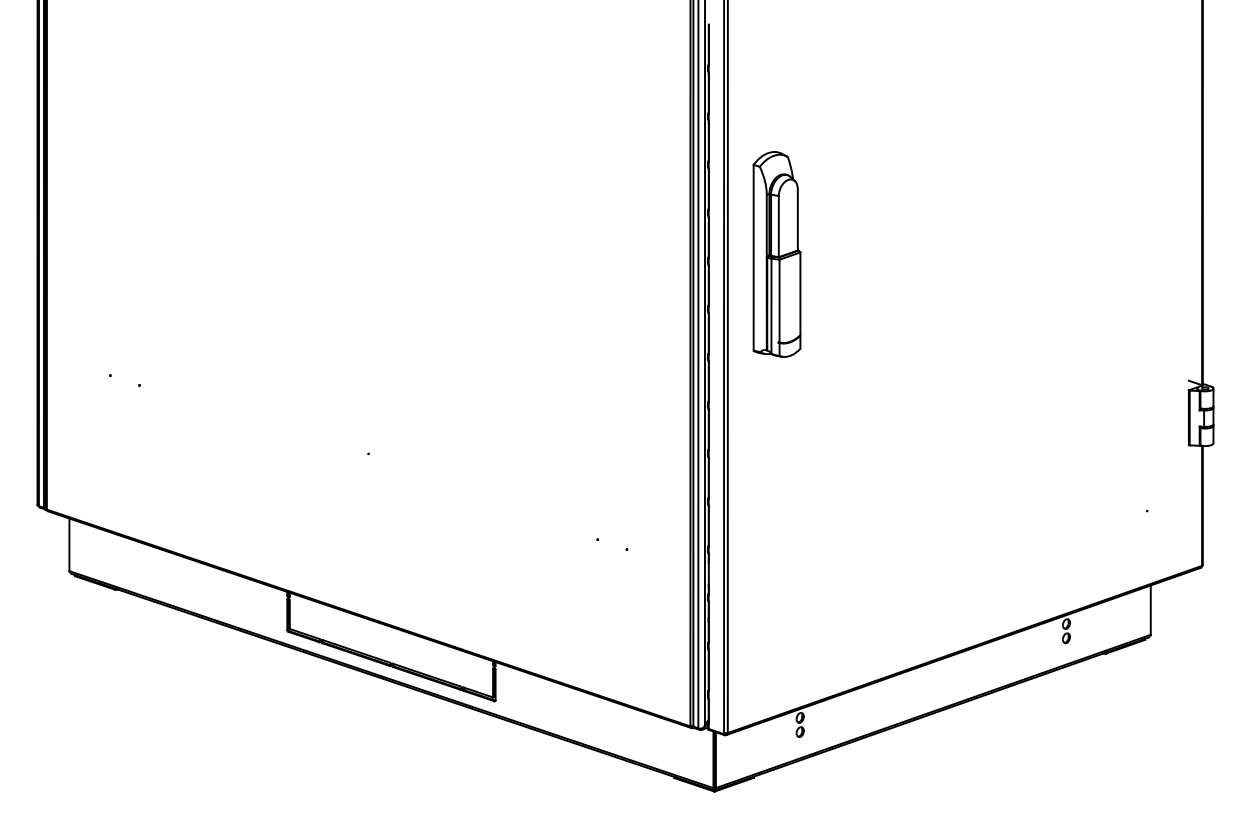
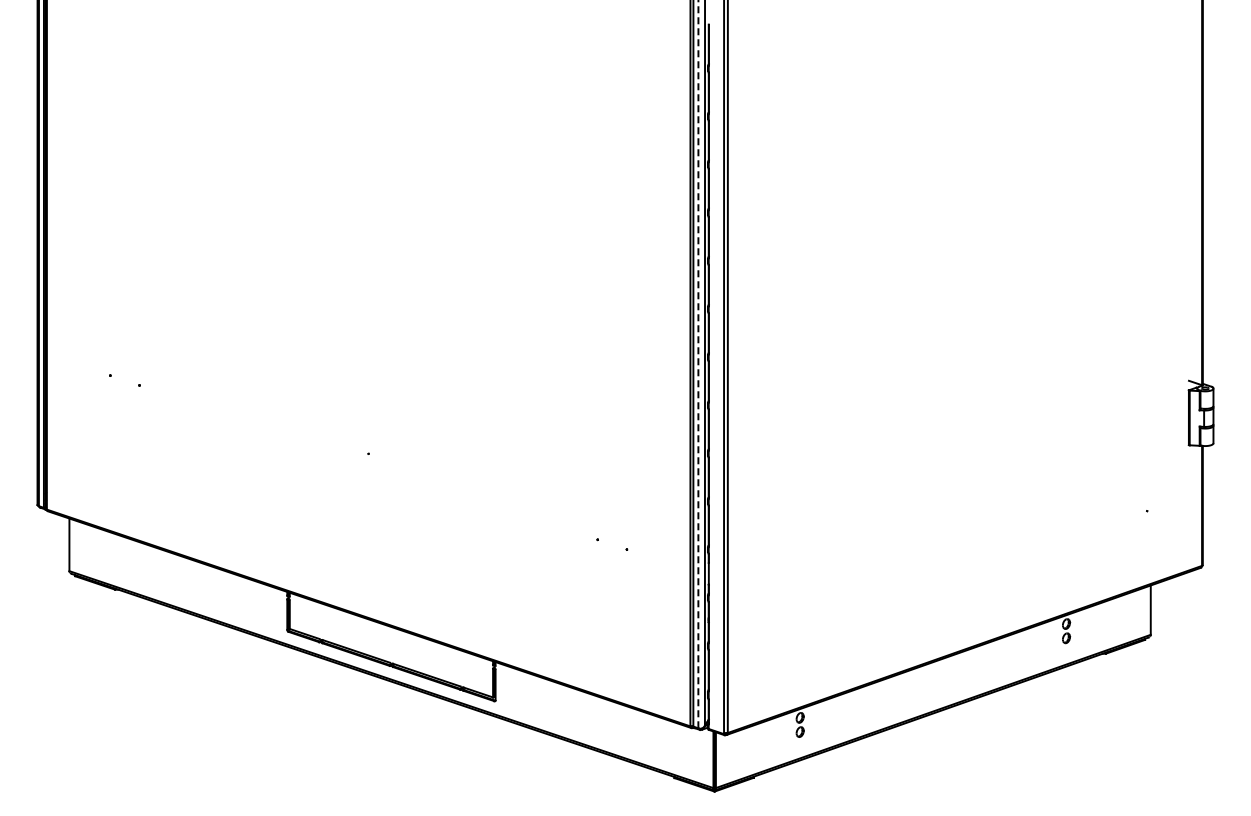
part at (776, 254): present -> none
line at (698, 364): solid -> dashed
